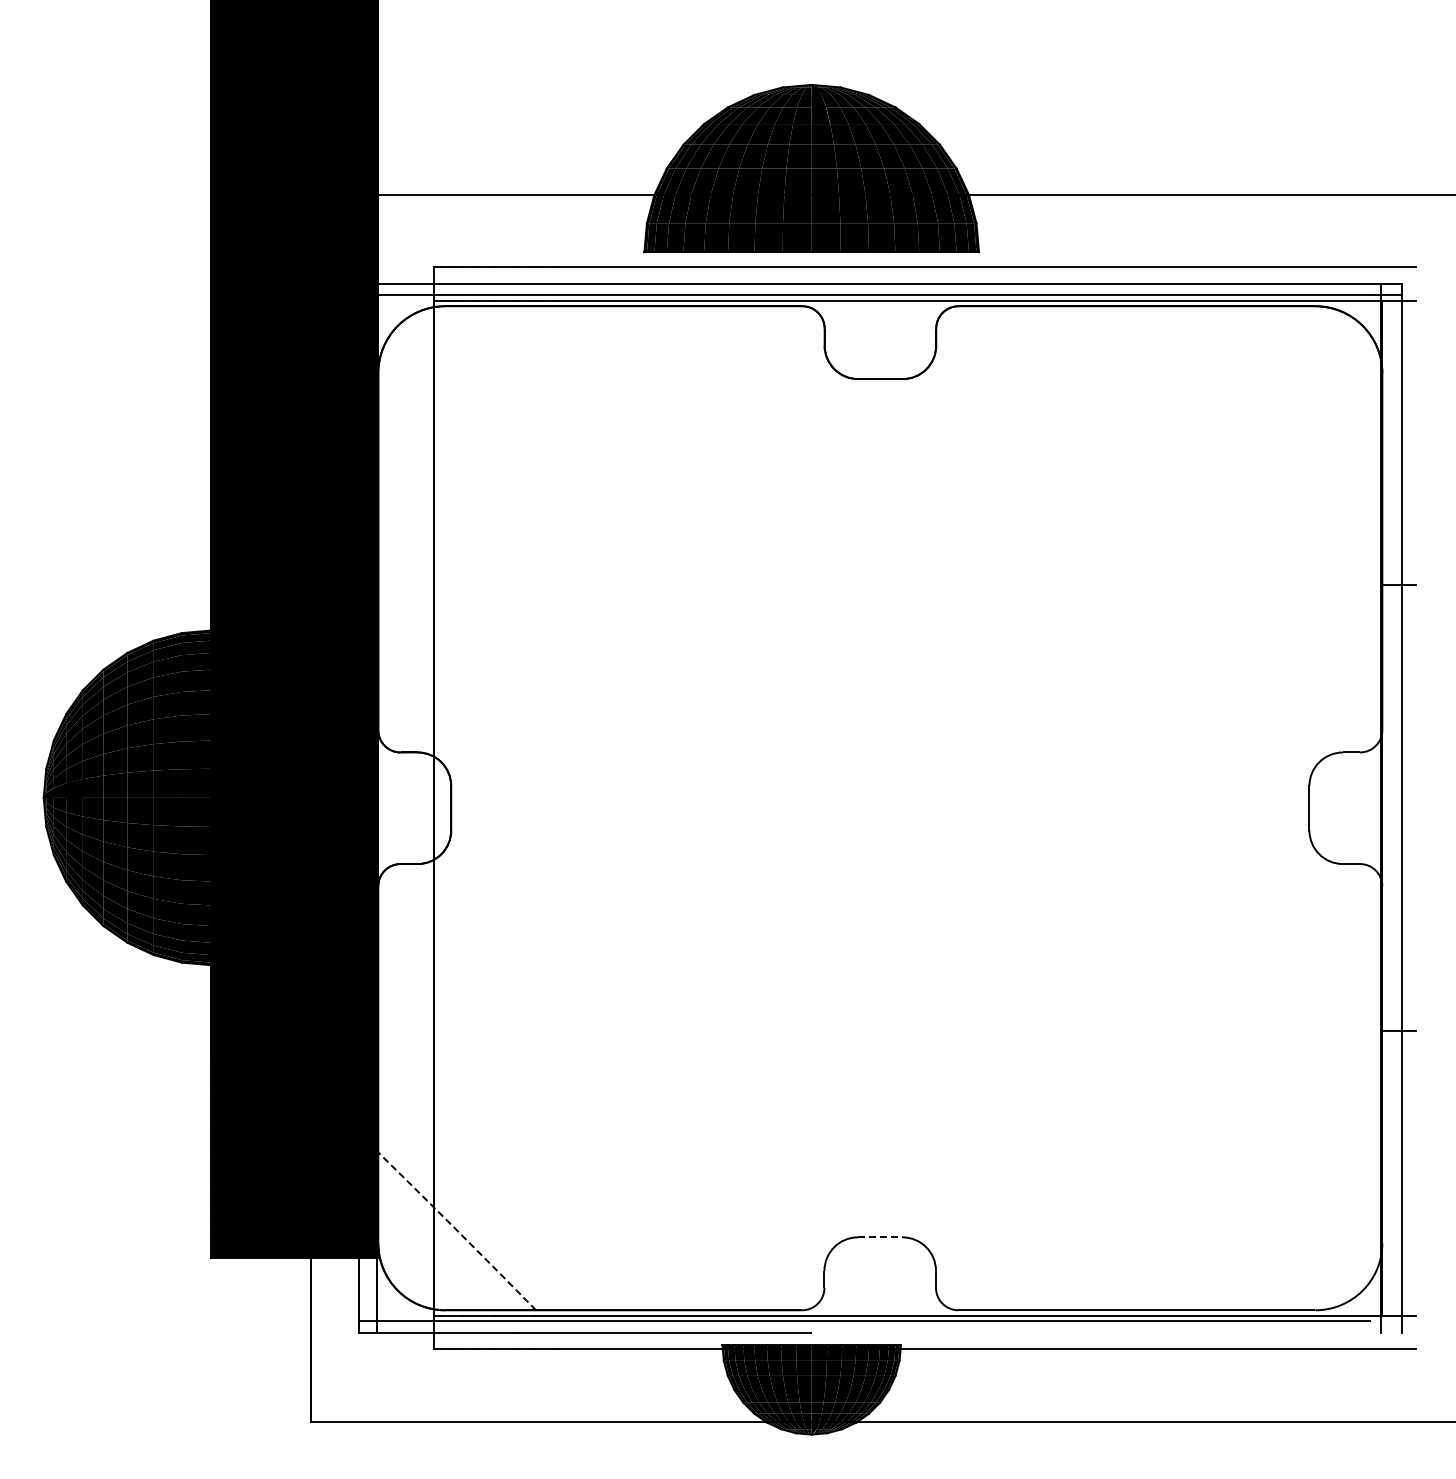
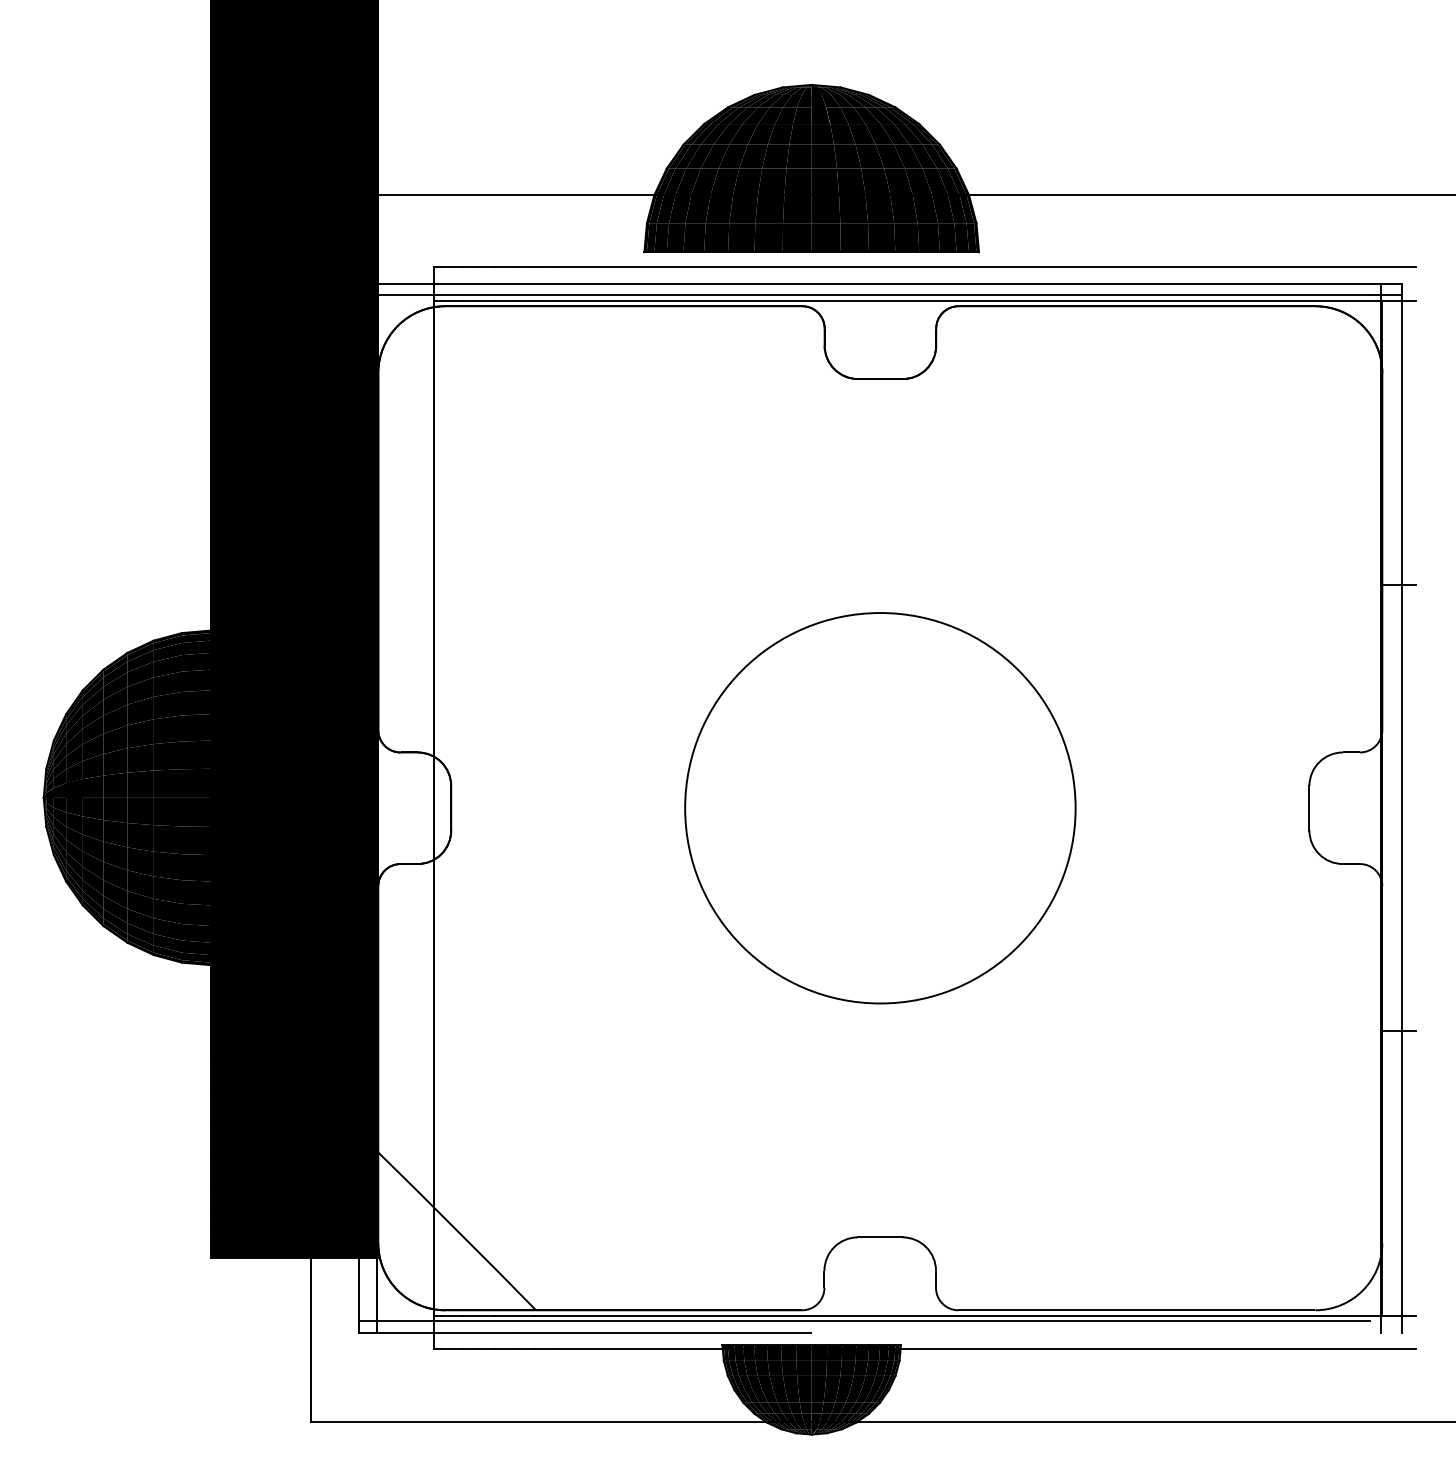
circle at (880, 808): none -> present
arc at (457, 1231): dashed -> solid
line at (880, 1237): dashed -> solid
